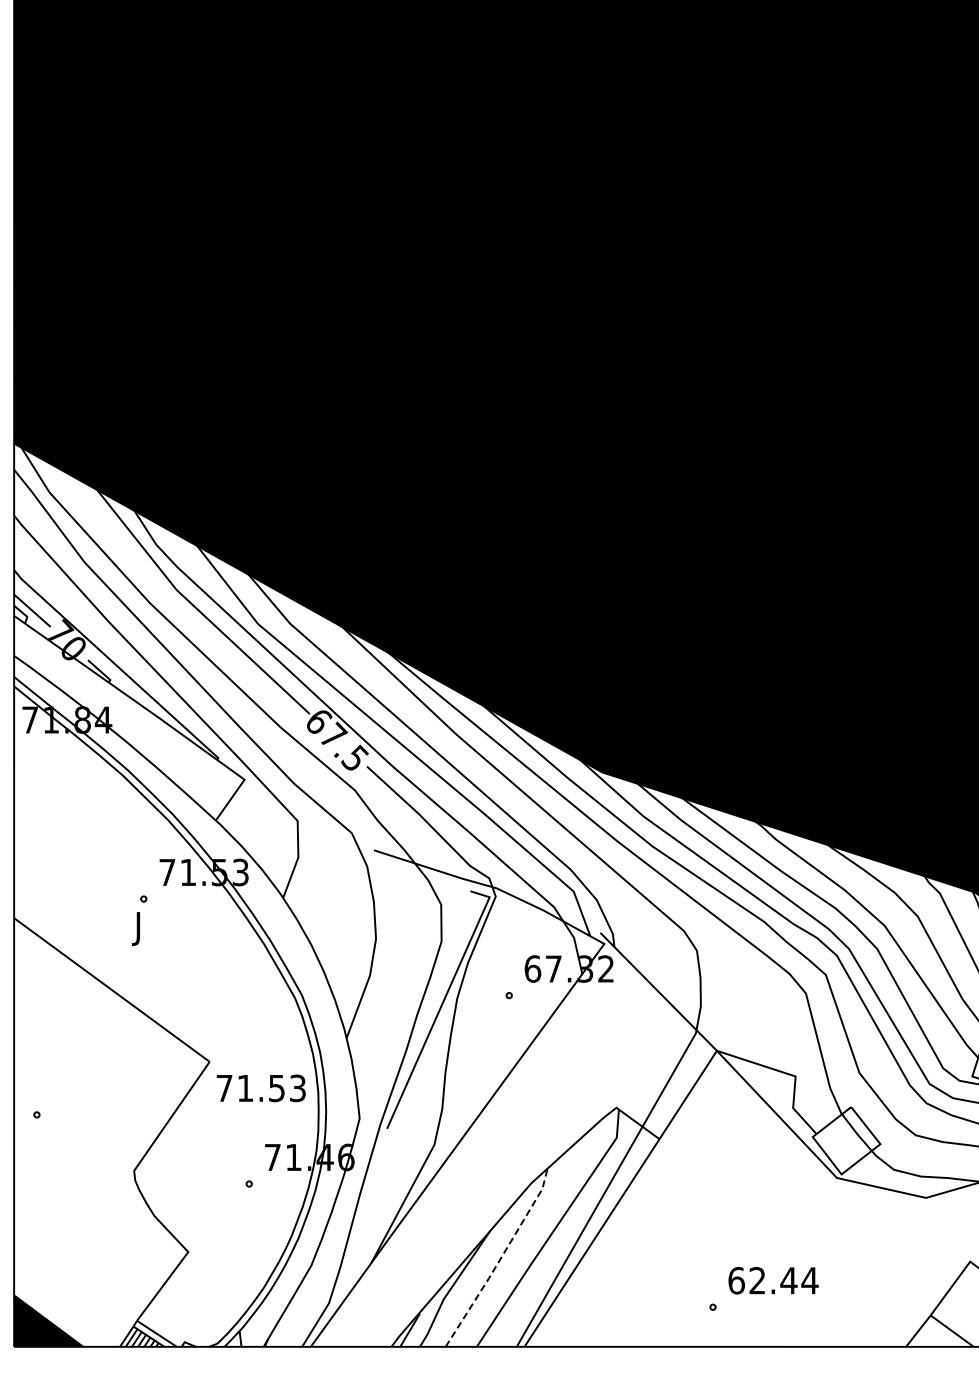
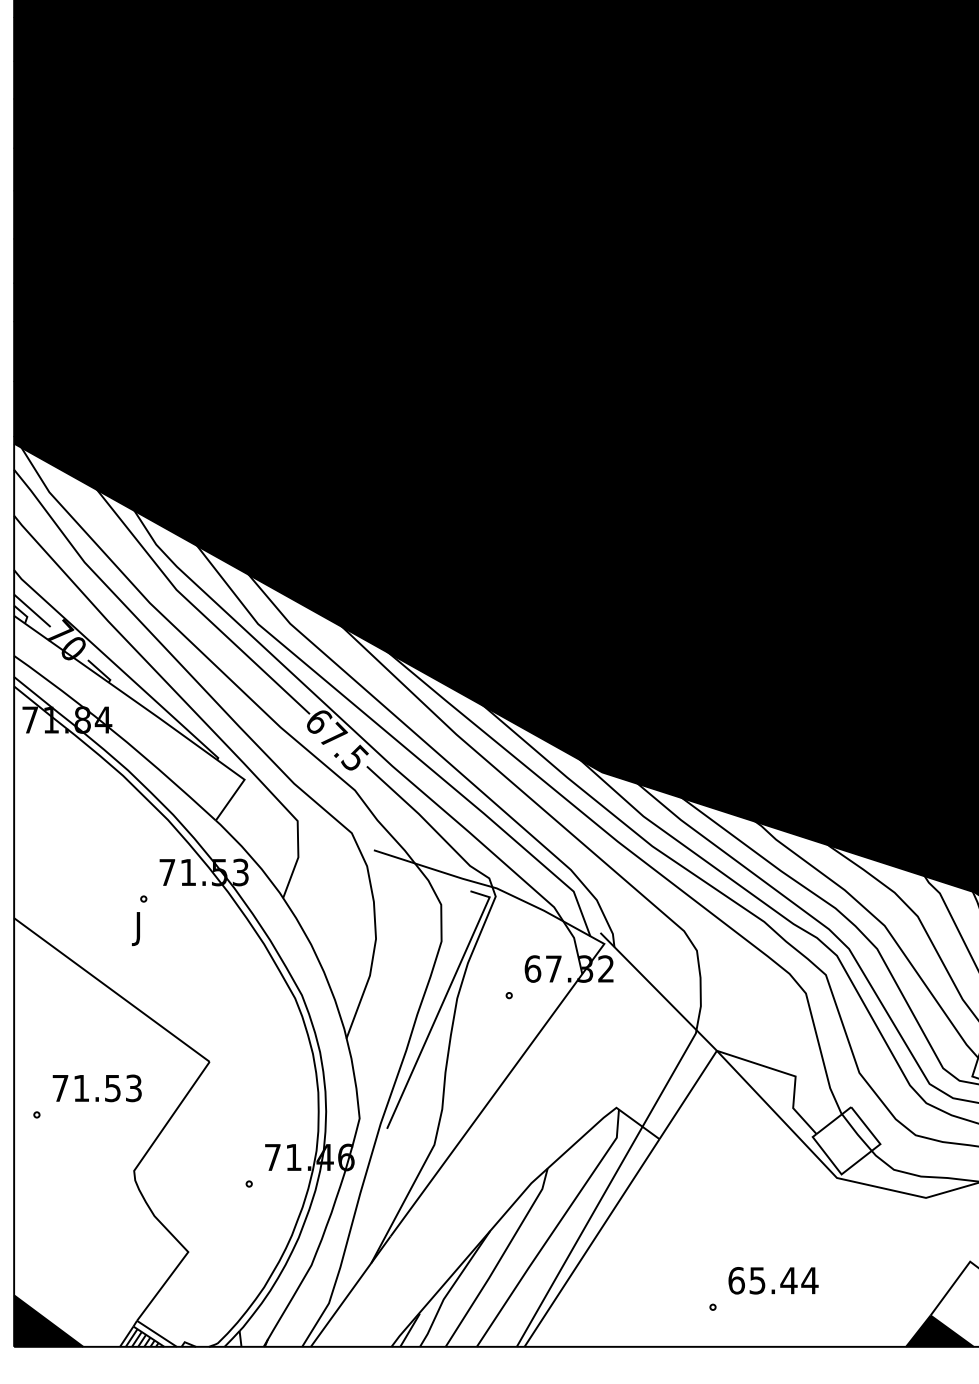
text at (260, 1088) position: (260, 1088) -> (96, 1088)
line at (500, 1258): dashed -> solid
text at (757, 1280): 62.44 -> 65.44
fill at (939, 1330): none -> present
